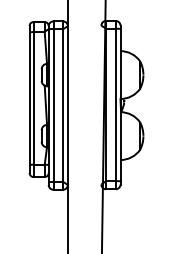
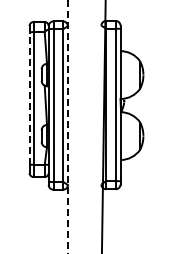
line at (29, 98): solid -> dashed
line at (67, 126): solid -> dashed
